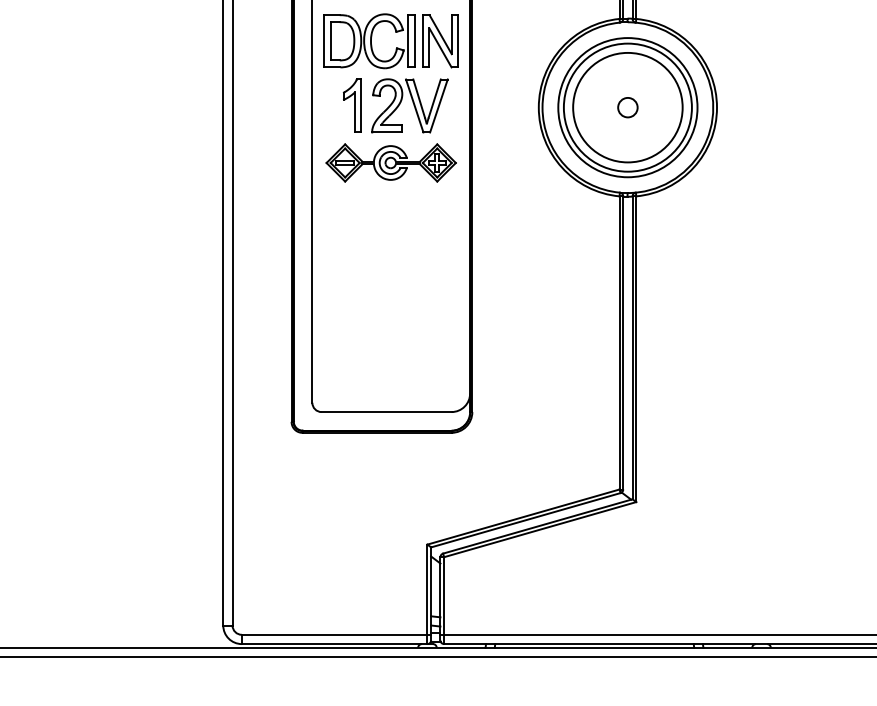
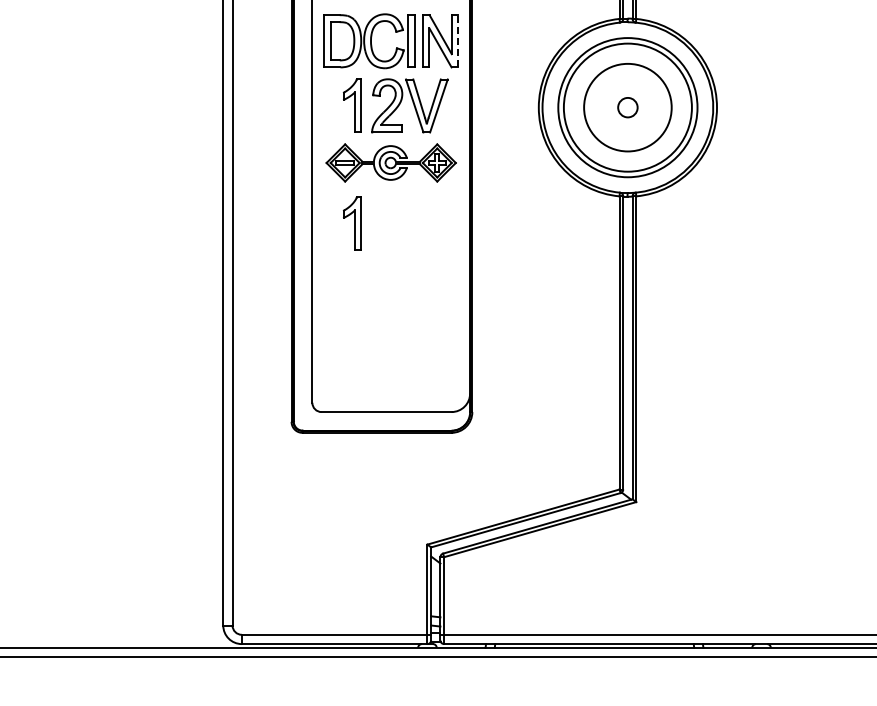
line at (458, 40): solid -> dashed
circle at (627, 107) diameter: 110 px -> 88 px
part at (352, 223): none -> present
